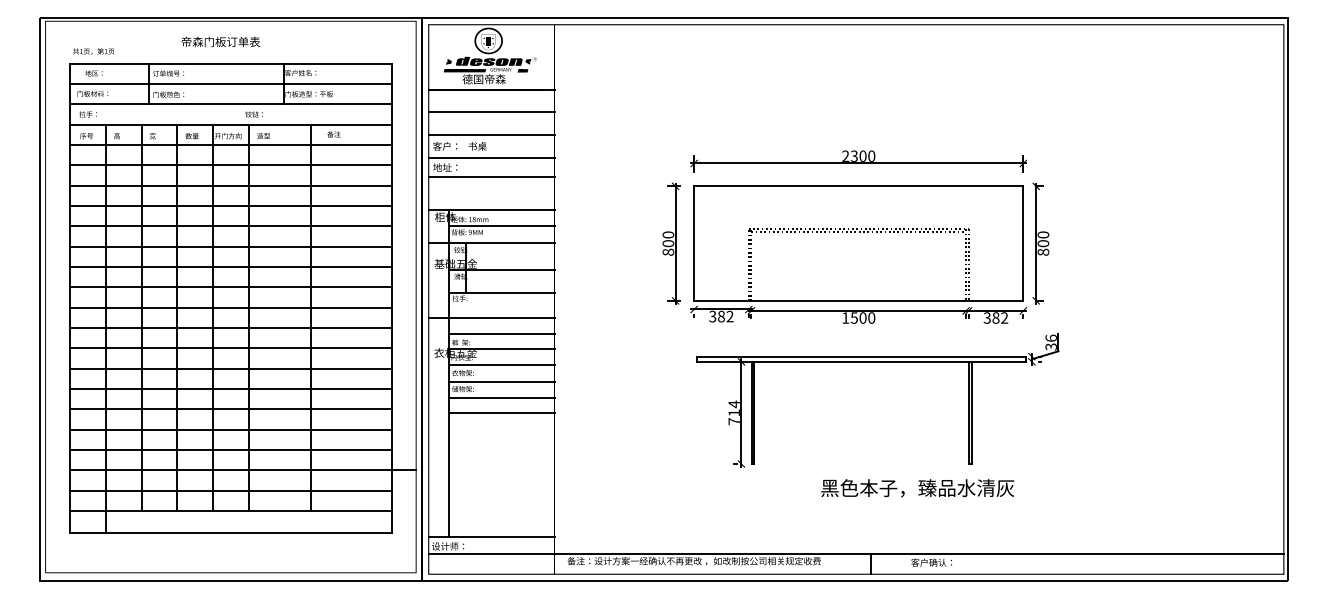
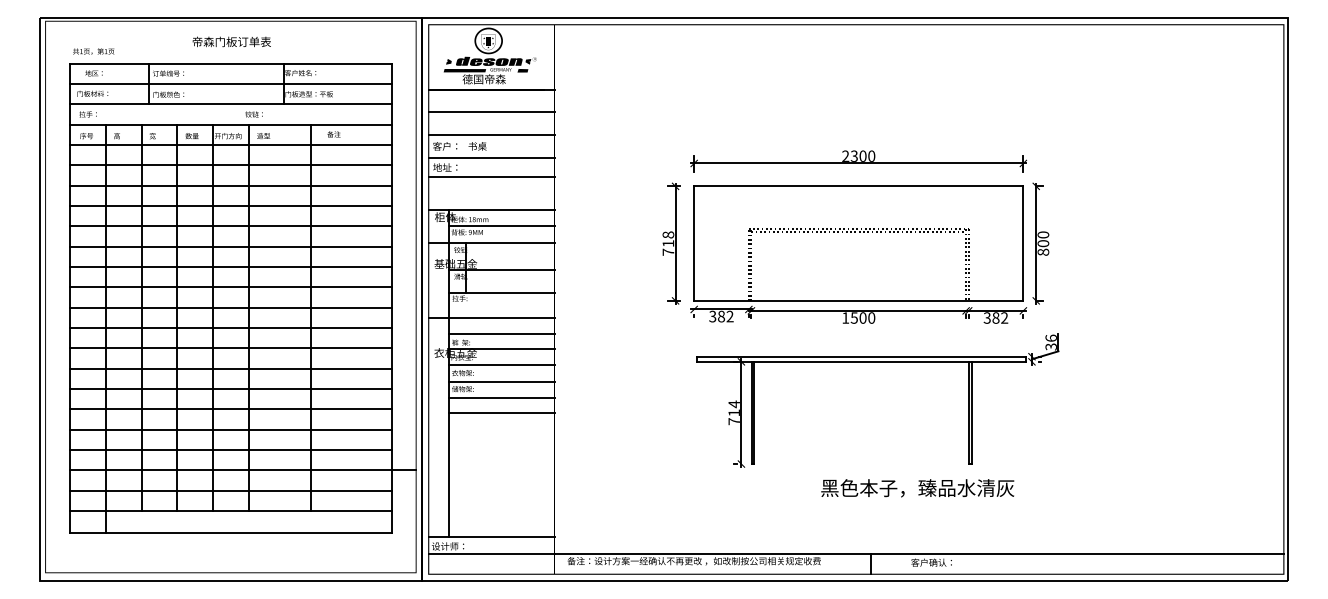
text at (220, 41) position: (220, 41) -> (231, 41)
text at (668, 243): 800 -> 718
